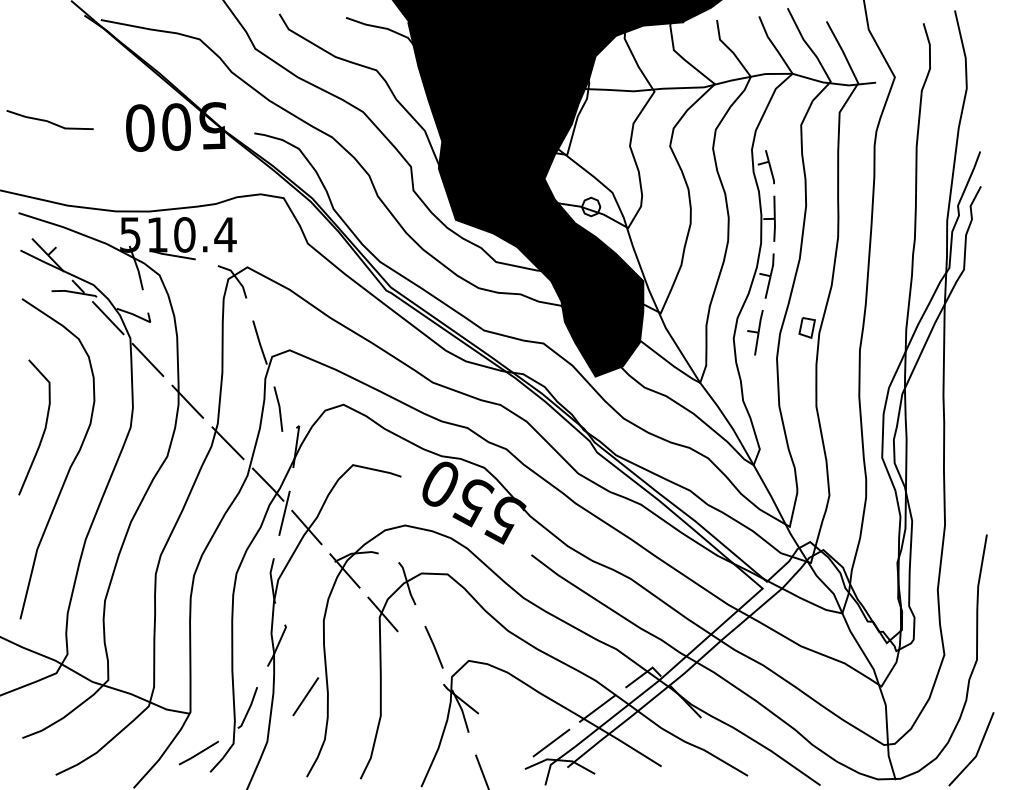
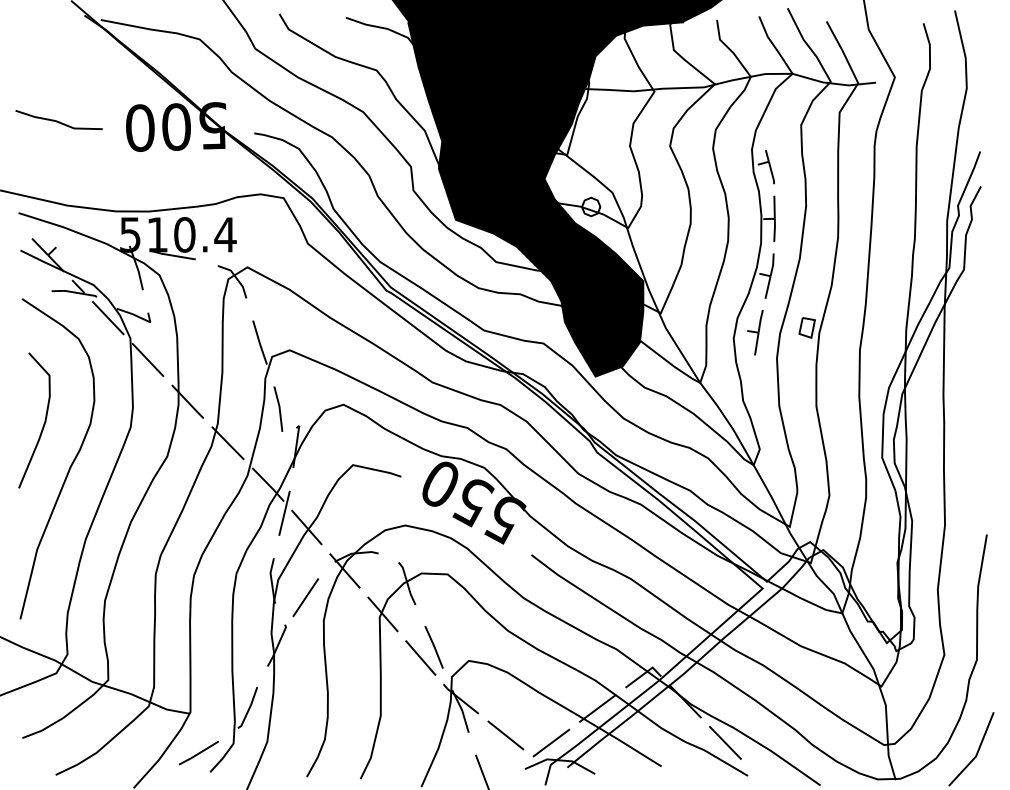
curve at (48, 120) position: (48, 120) -> (57, 120)
curve at (43, 430) position: (43, 430) -> (43, 423)
line at (420, 657): none -> present
line at (305, 696) position: (305, 696) -> (305, 597)
line at (505, 735): none -> present
line at (725, 742): none -> present
